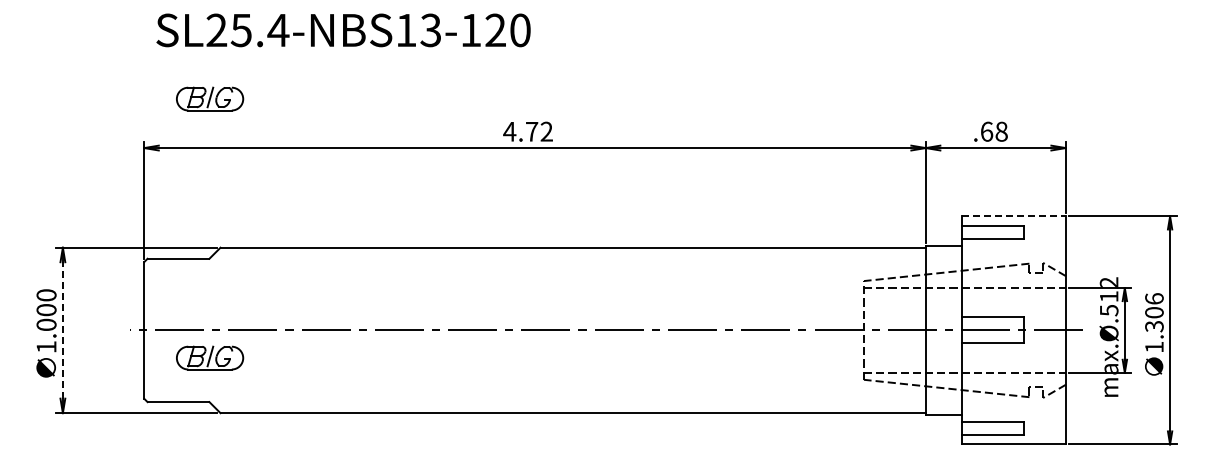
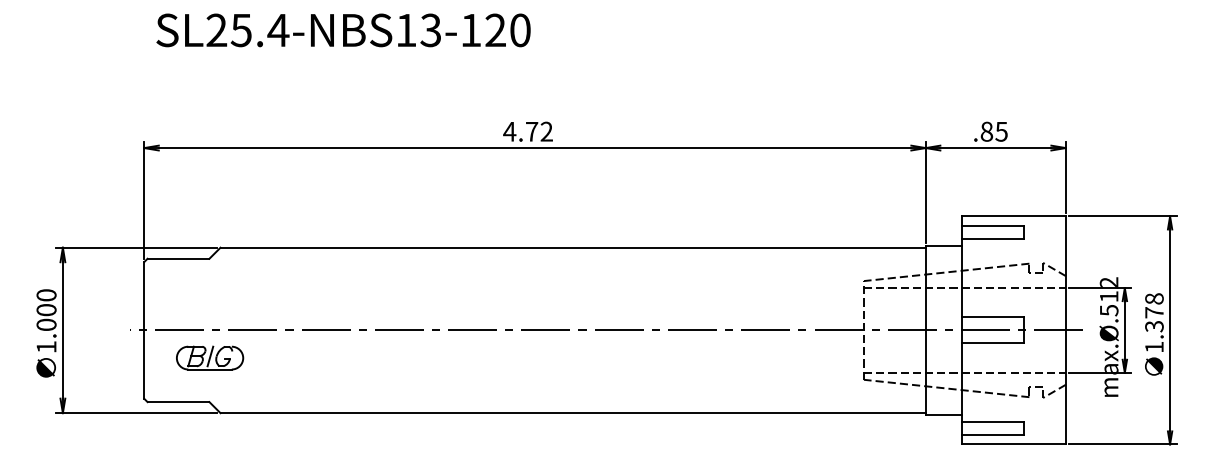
part at (210, 98): present -> none
text at (993, 131): .68 -> .85
line at (1014, 216): dashed -> solid
text at (1154, 305): 1.306 -> 1.378
line at (62, 329): dashed -> solid
